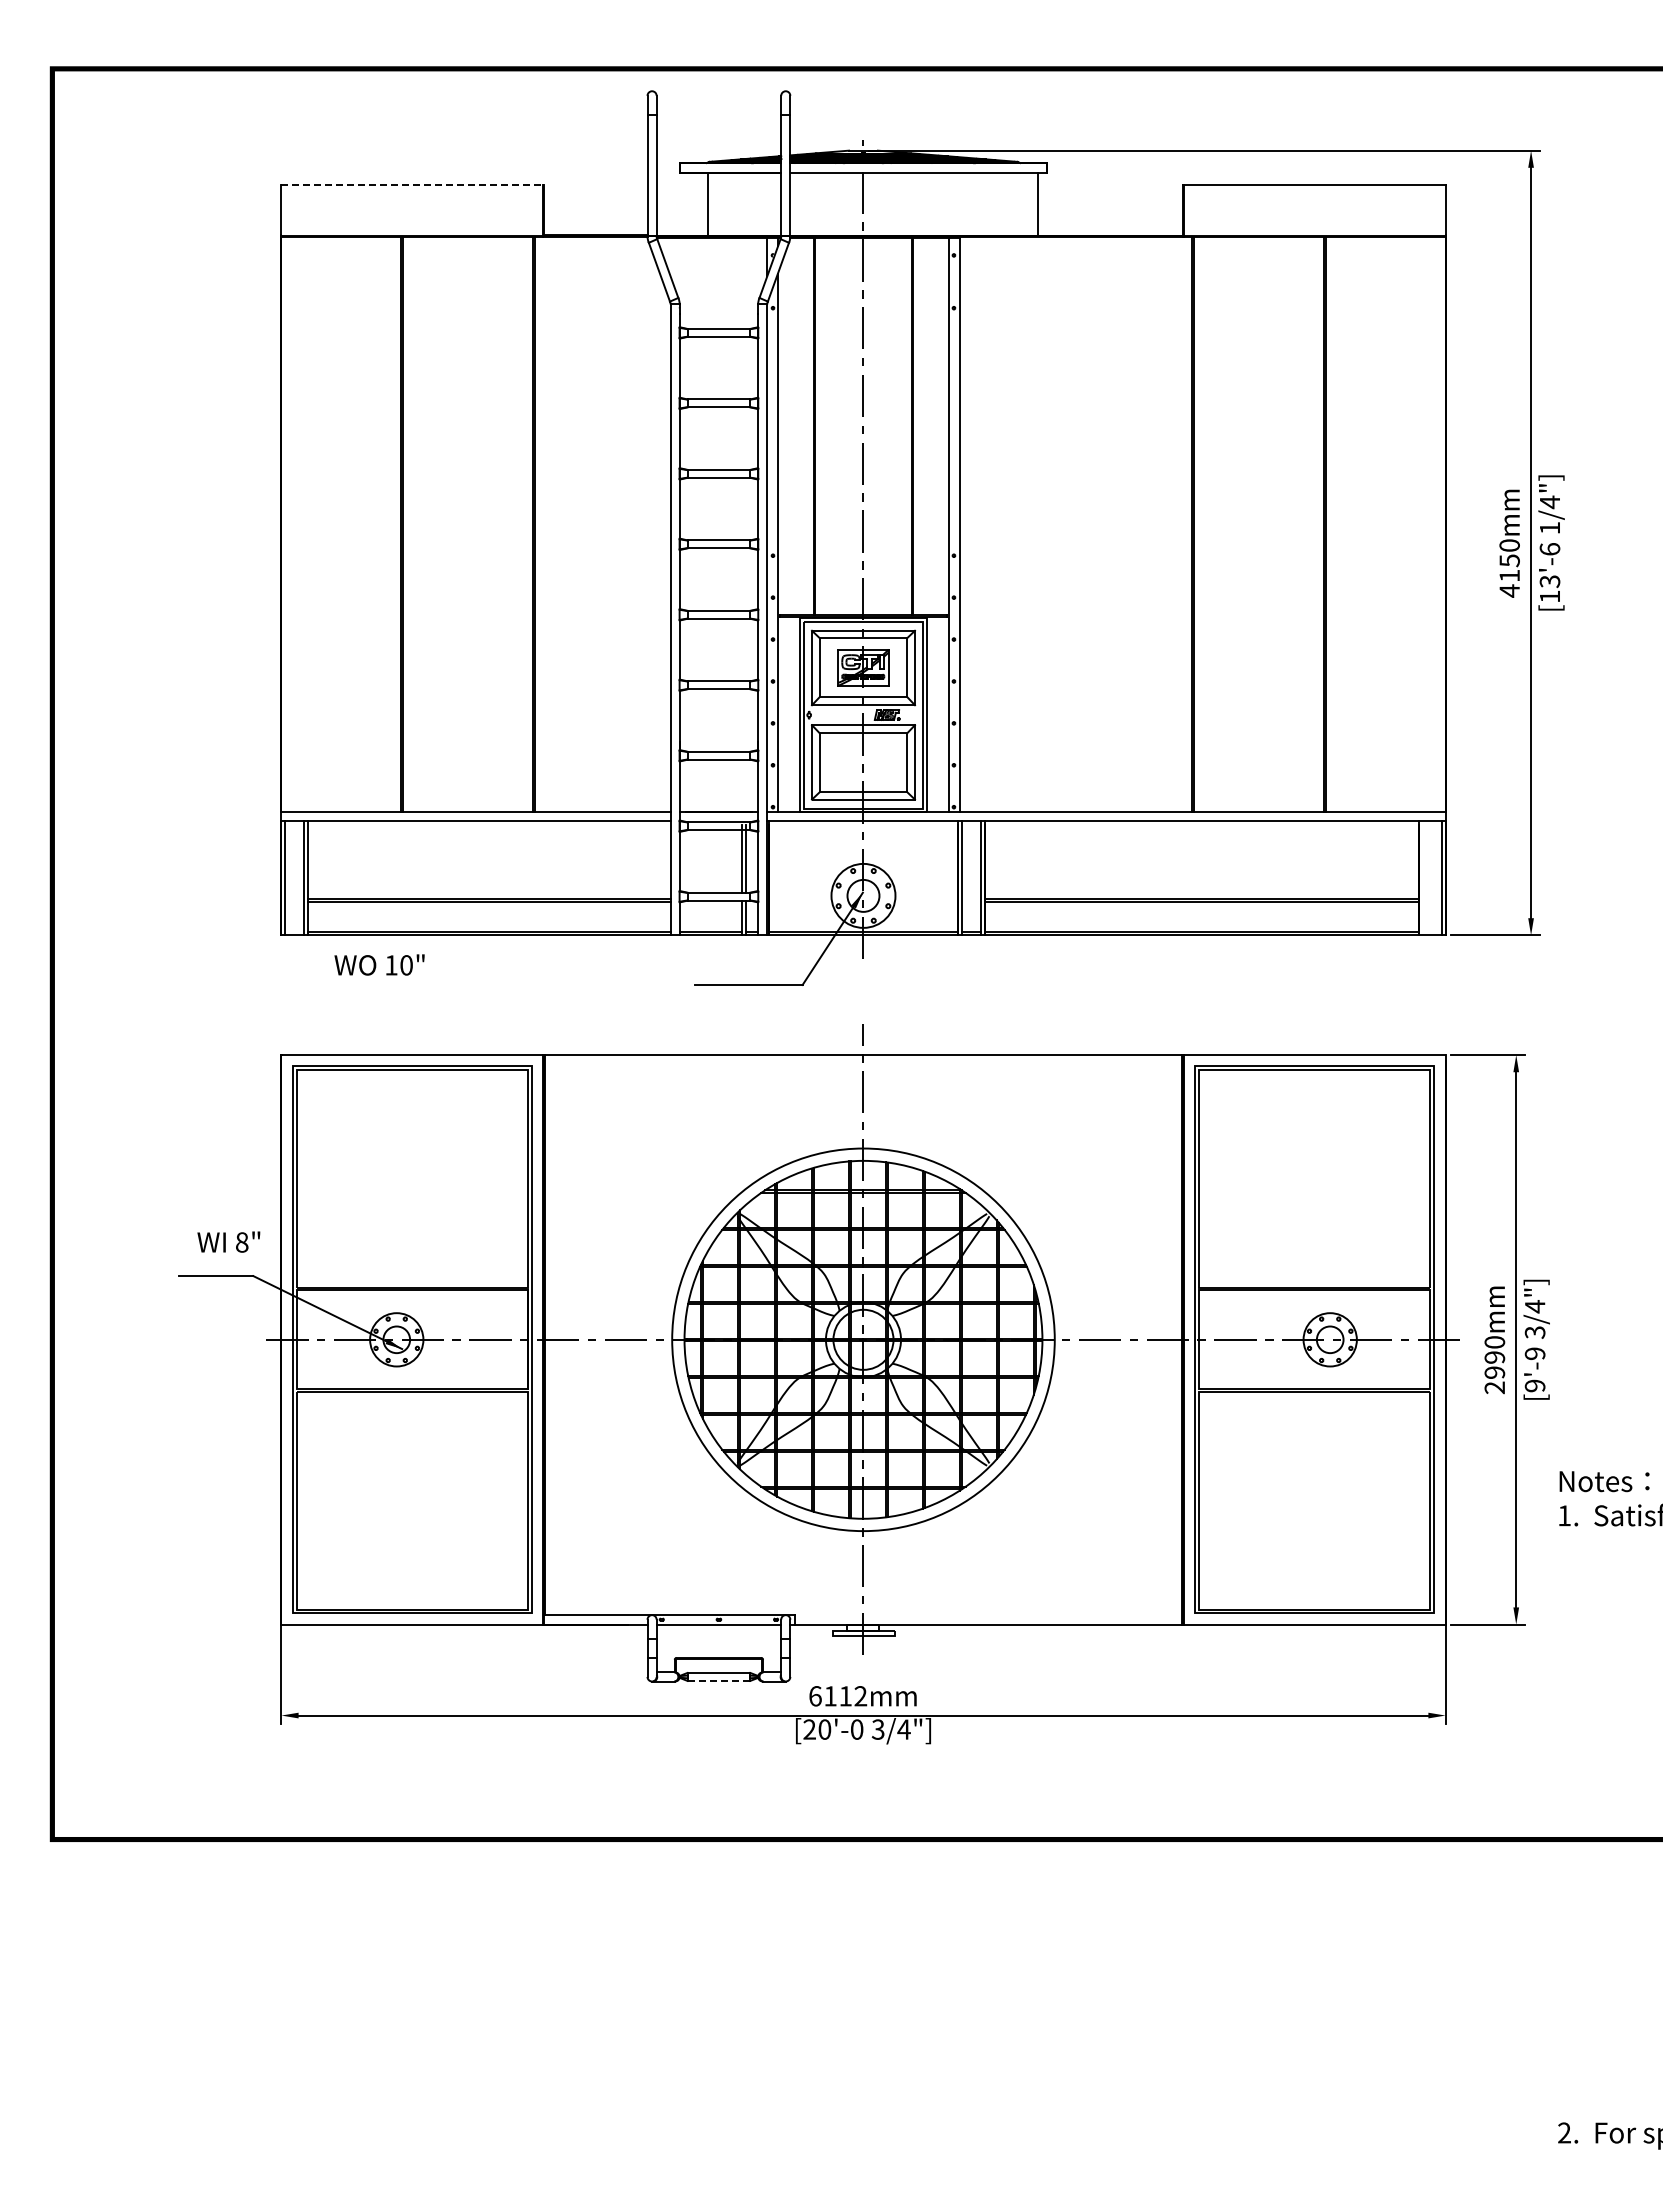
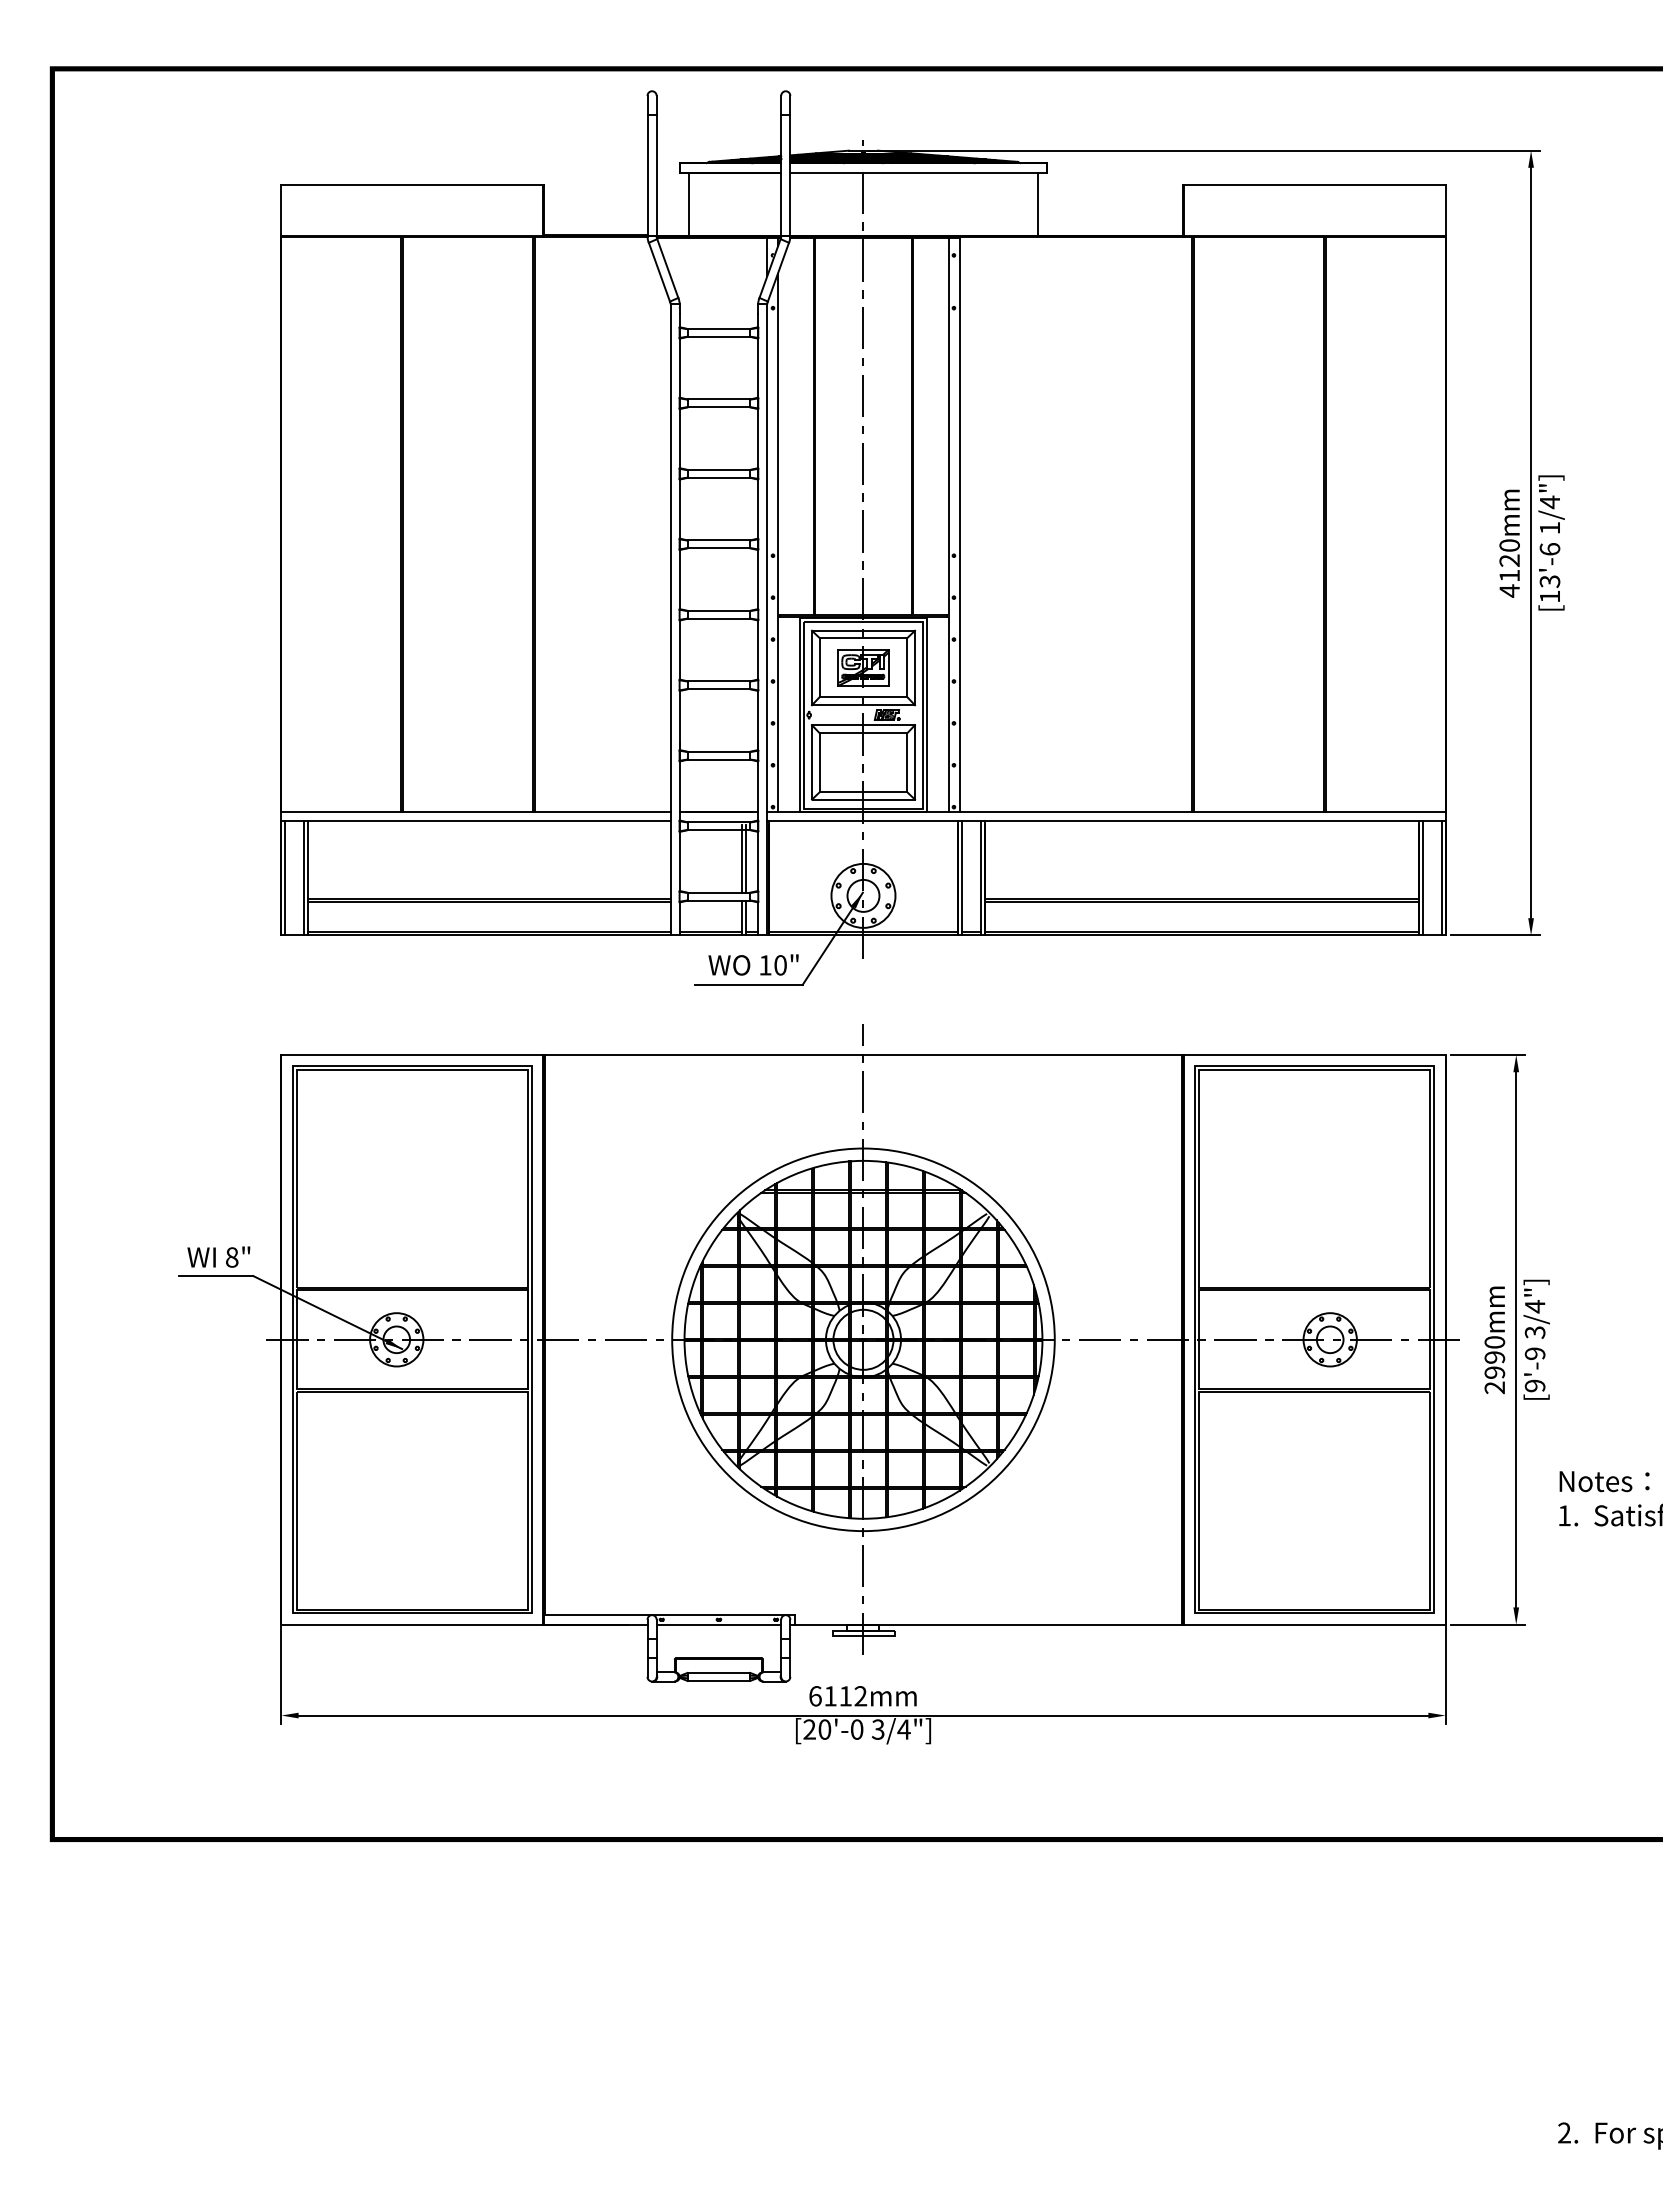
line at (413, 184): dashed -> solid
line at (708, 204) position: (708, 204) -> (689, 204)
text at (1509, 560): 4150mm -> 4120mm
line at (1422, 878): none -> present
text at (379, 964) position: (379, 964) -> (753, 964)
text at (228, 1241) position: (228, 1241) -> (218, 1256)
line at (718, 1680): dashed -> solid
